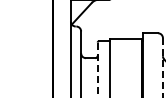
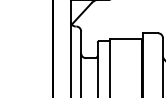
line at (162, 68): dashed -> solid
line at (97, 70): dashed -> solid
